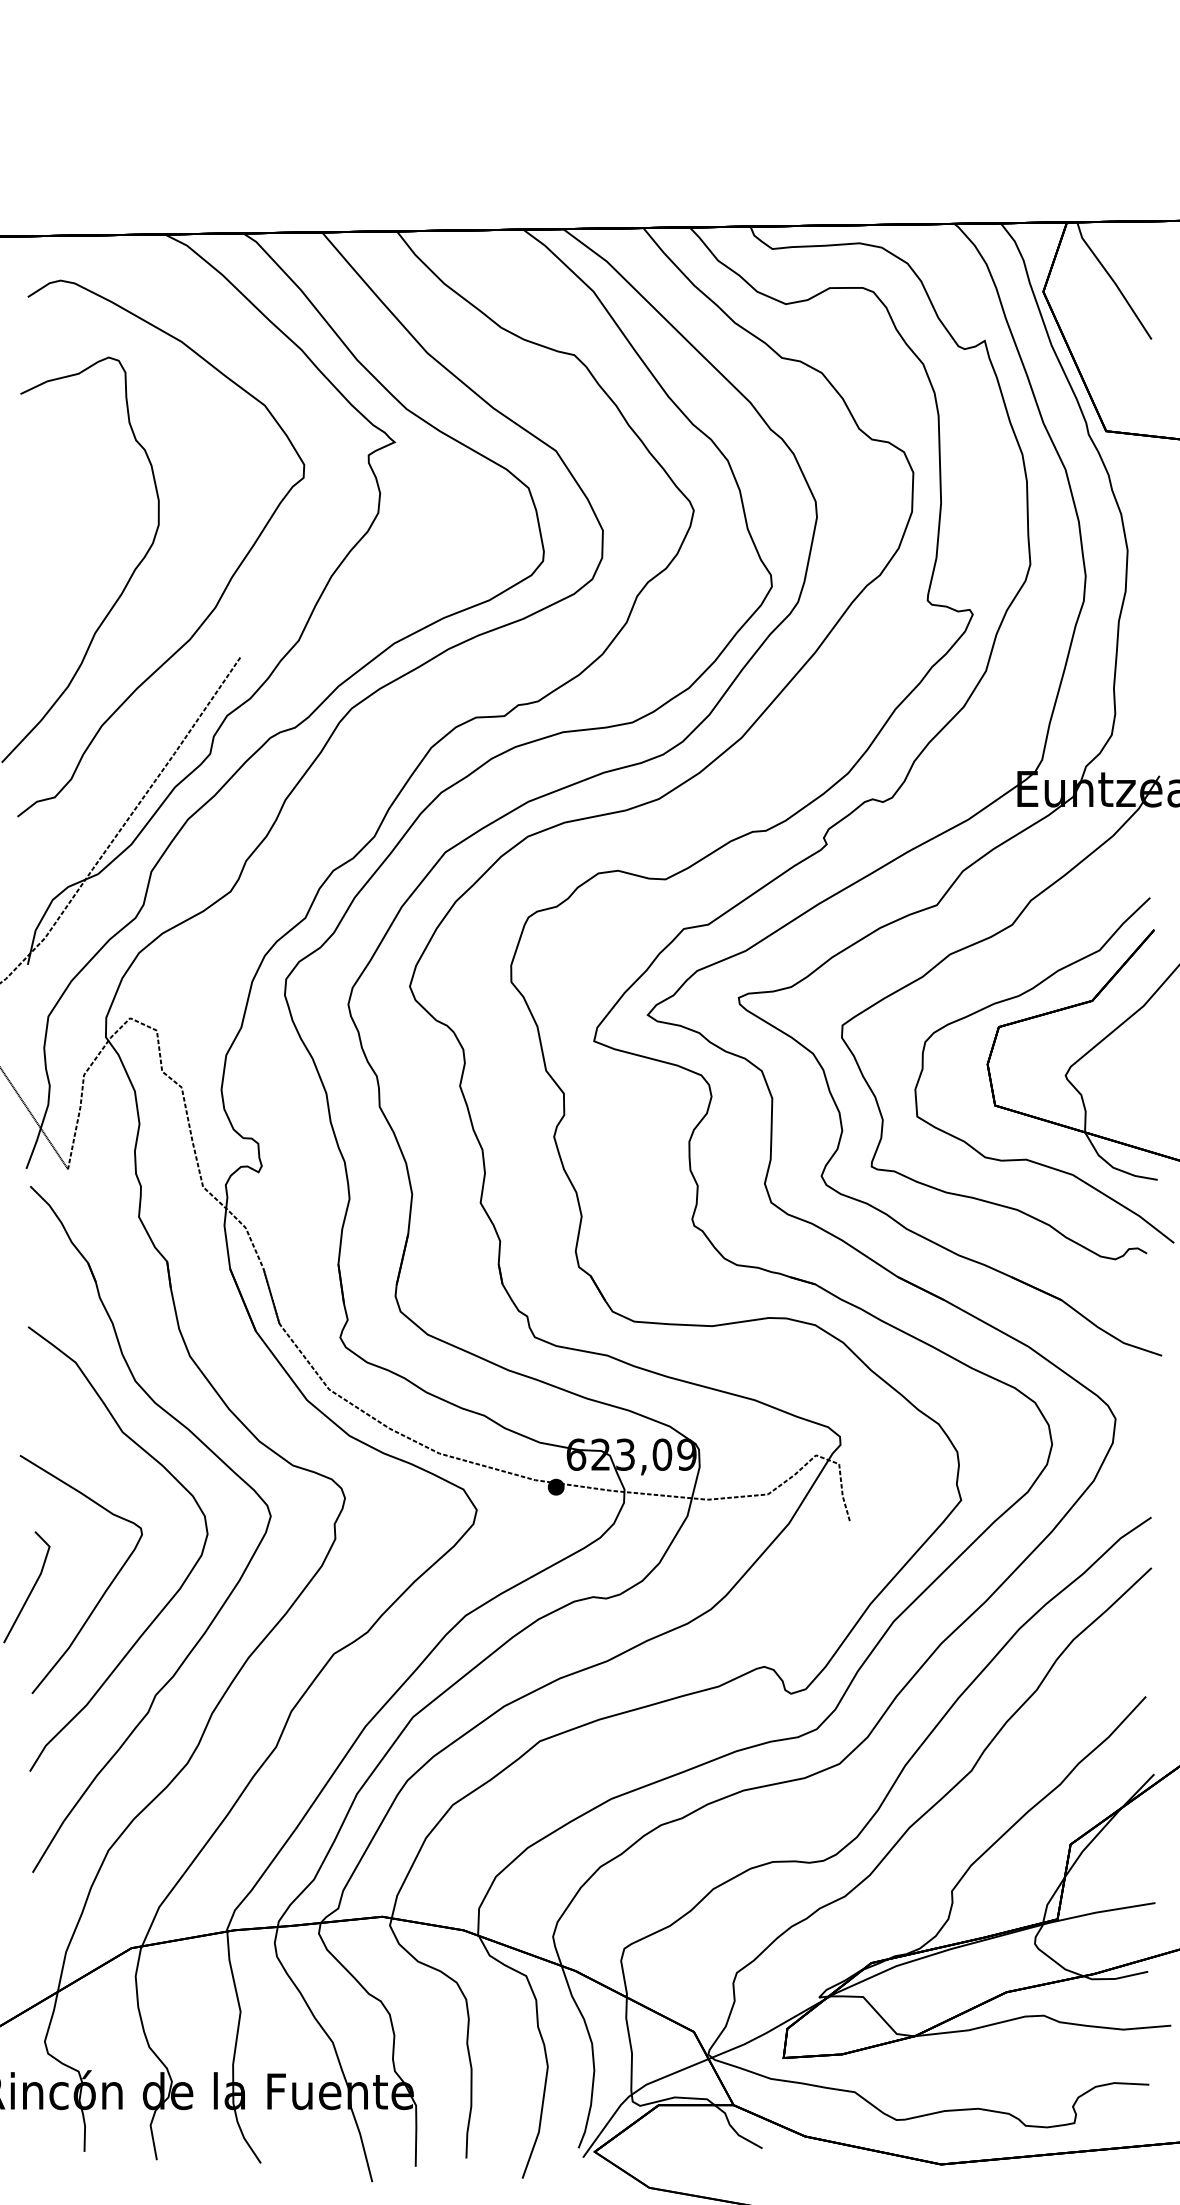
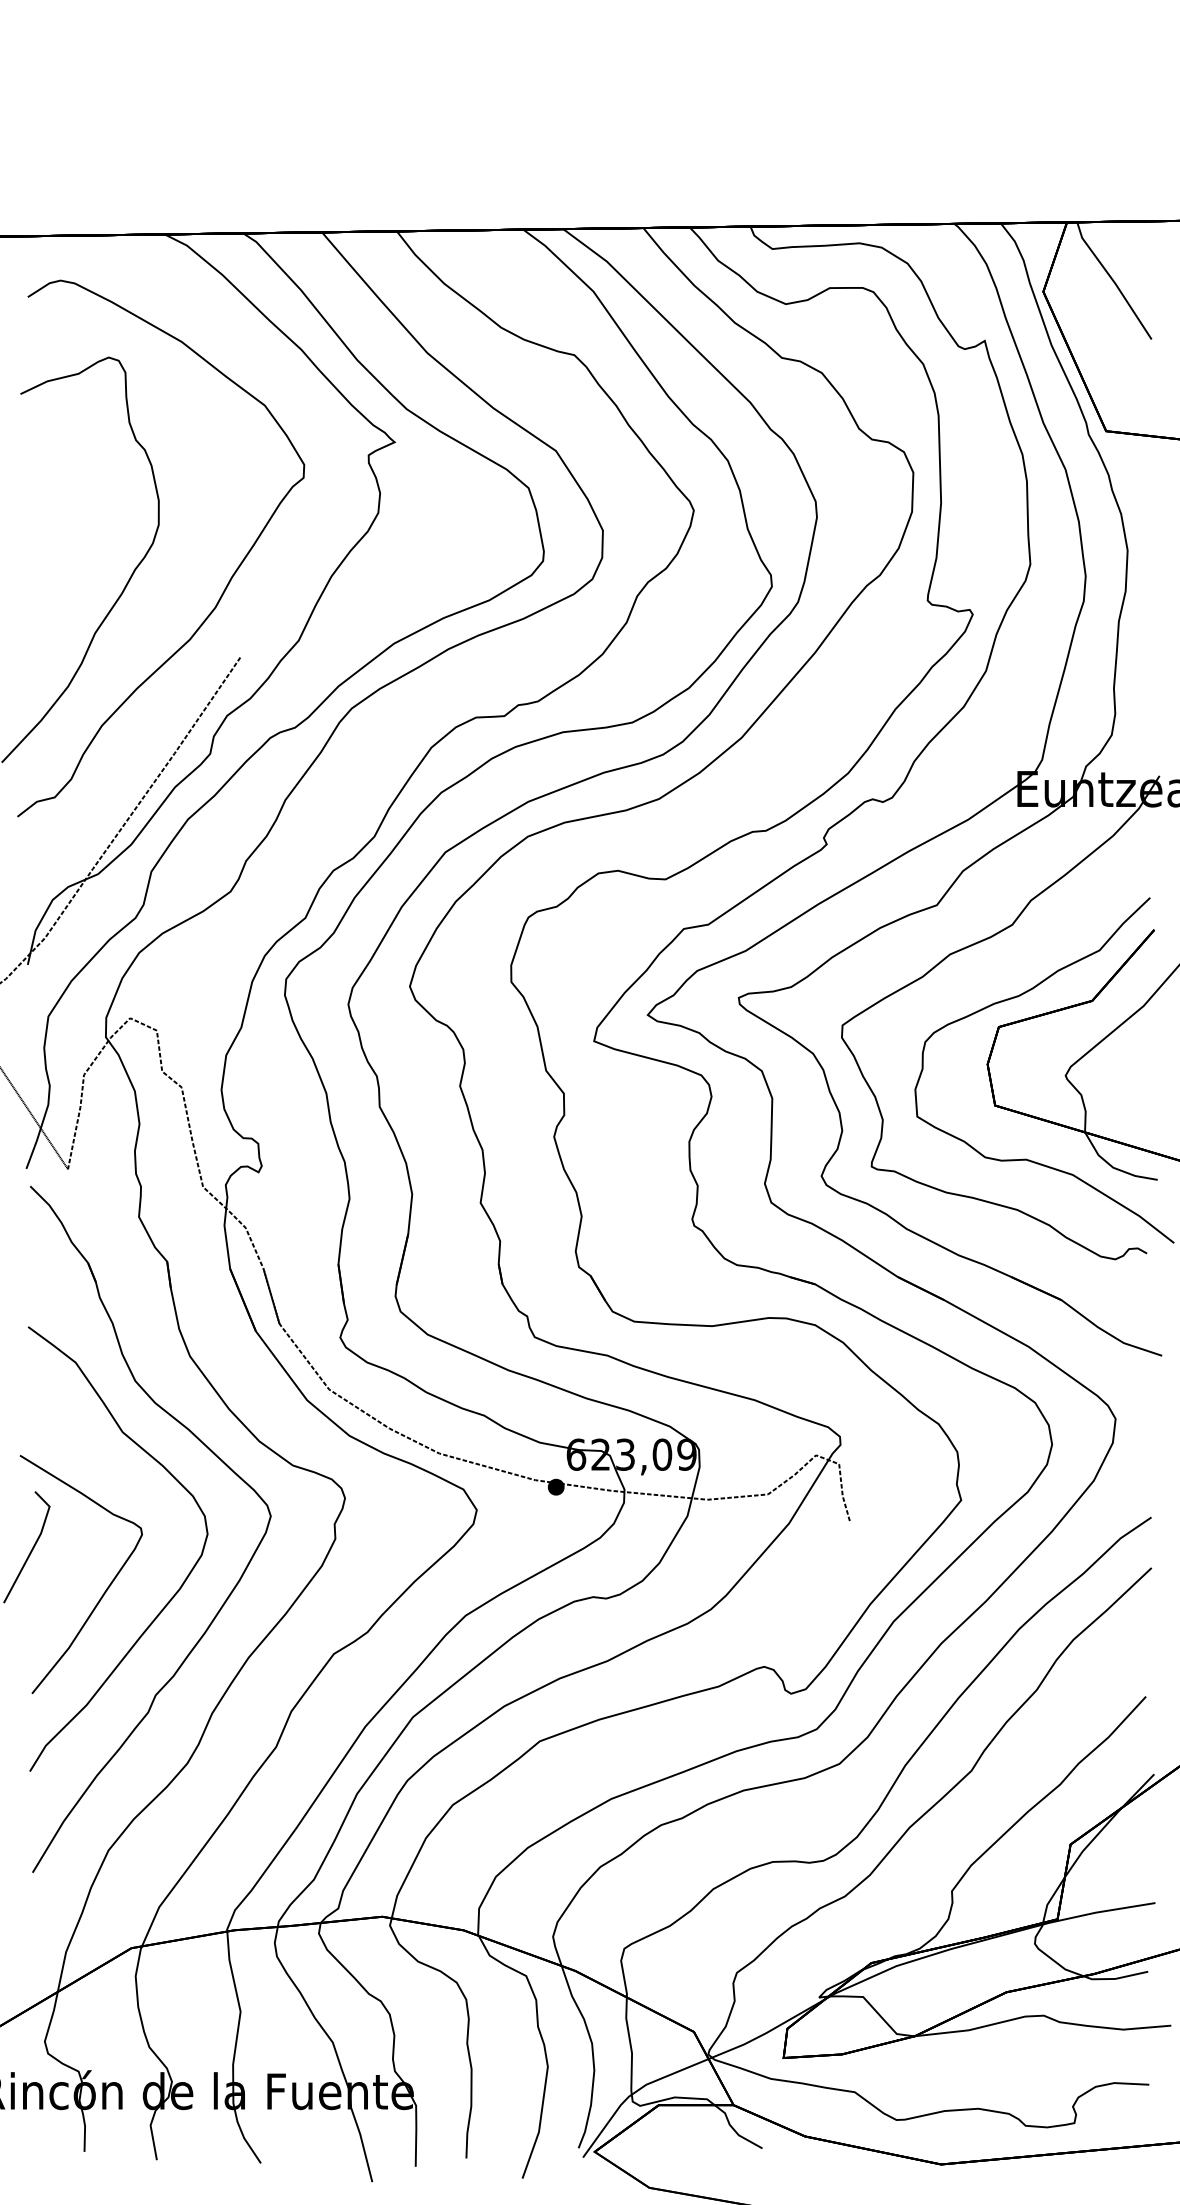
part at (26, 1587) position: (26, 1587) -> (26, 1547)
